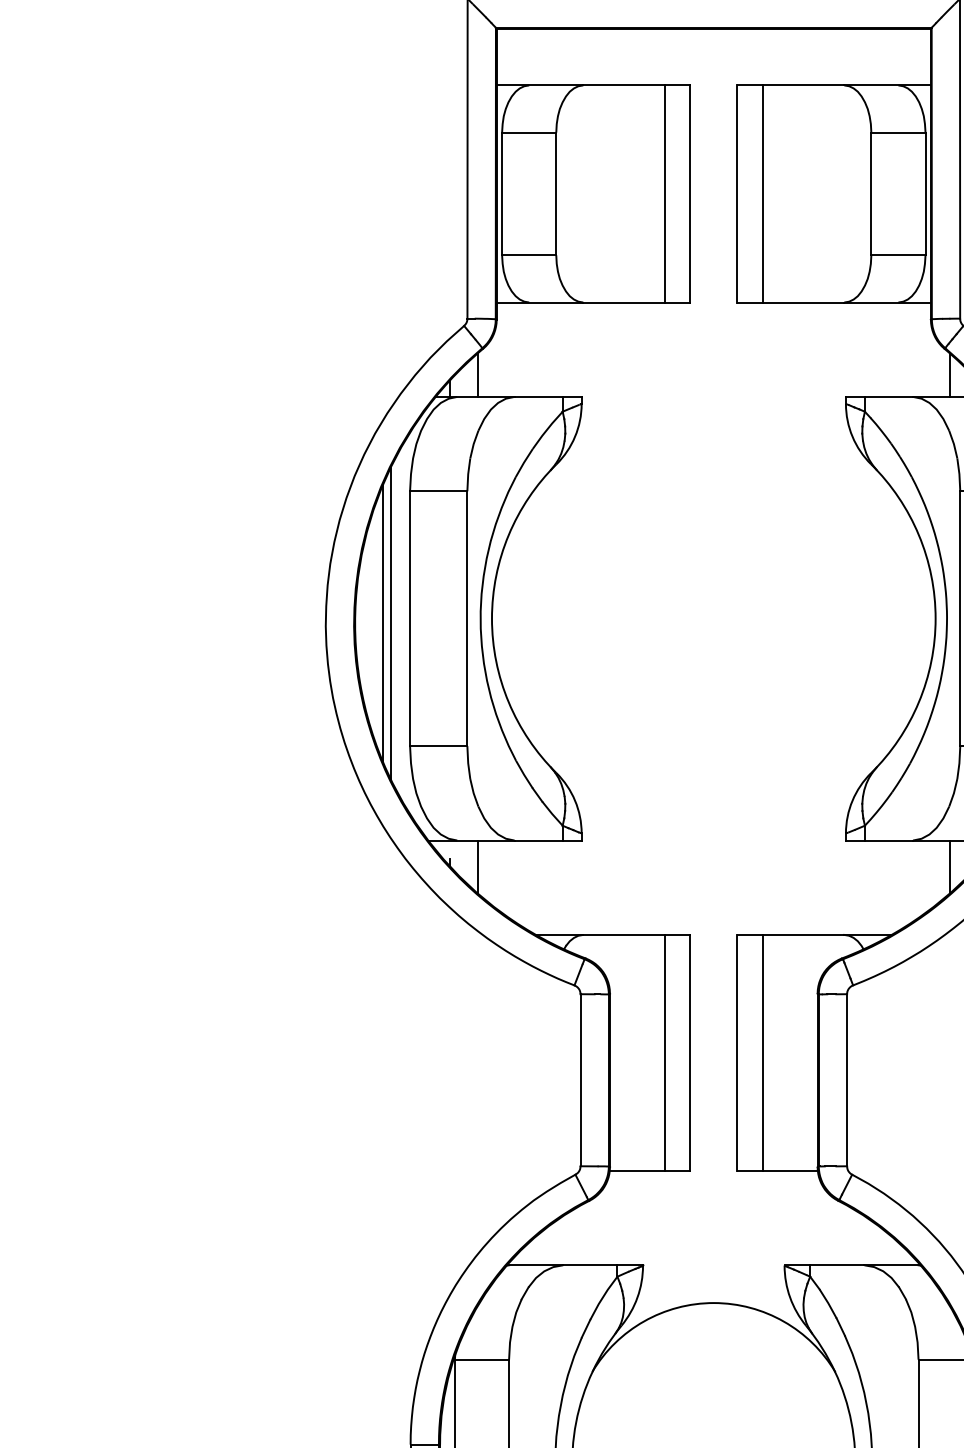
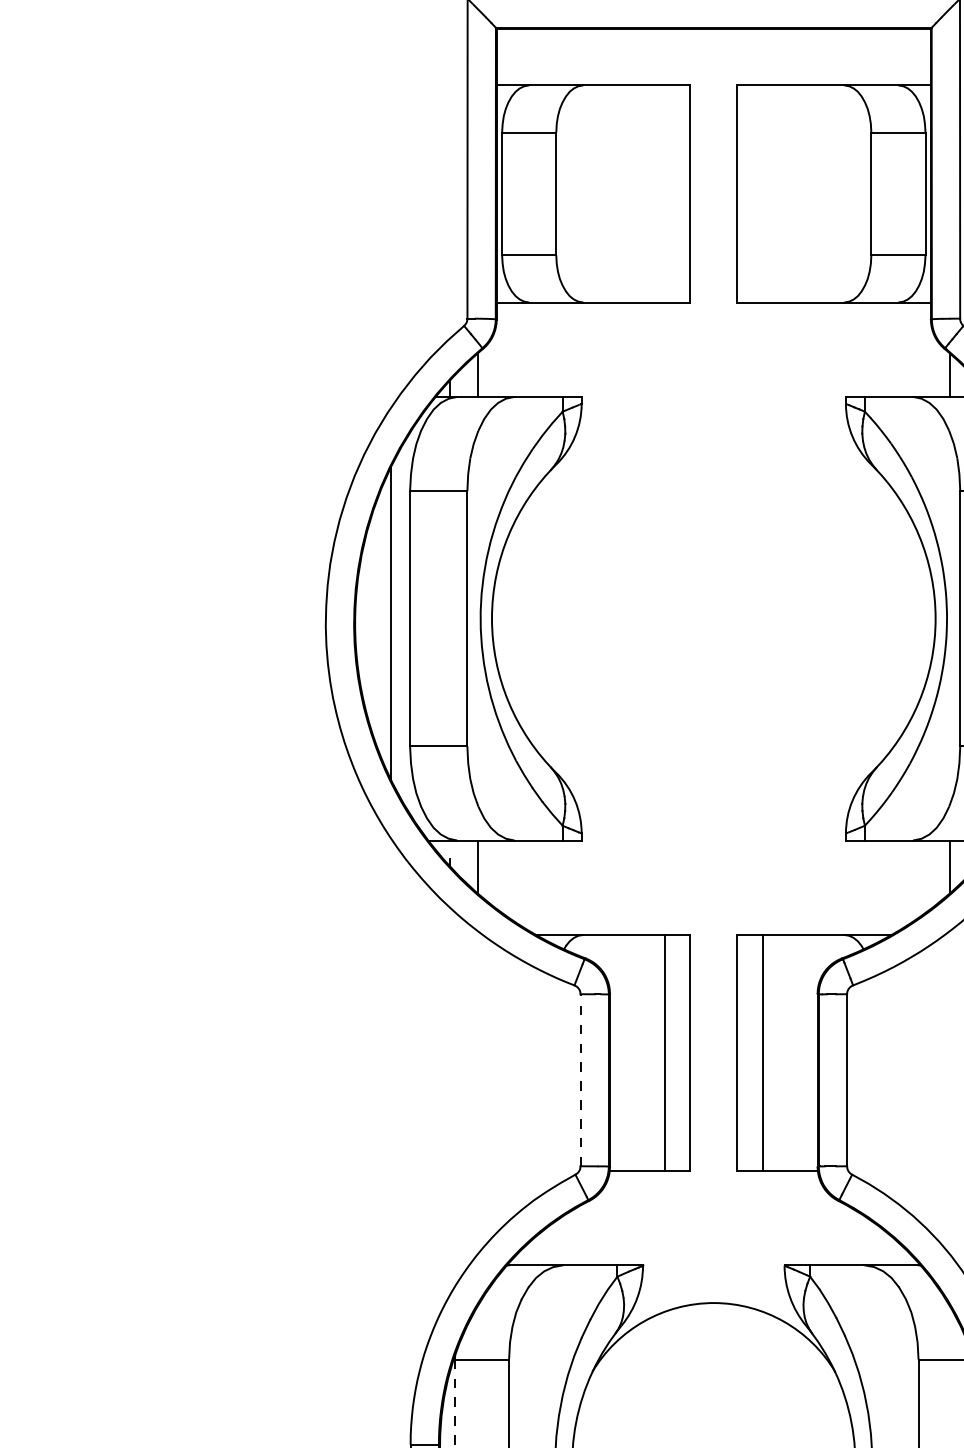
line at (664, 193): present -> none
line at (762, 193): present -> none
line at (383, 623): present -> none
line at (580, 1079): solid -> dashed
line at (454, 1403): solid -> dashed
